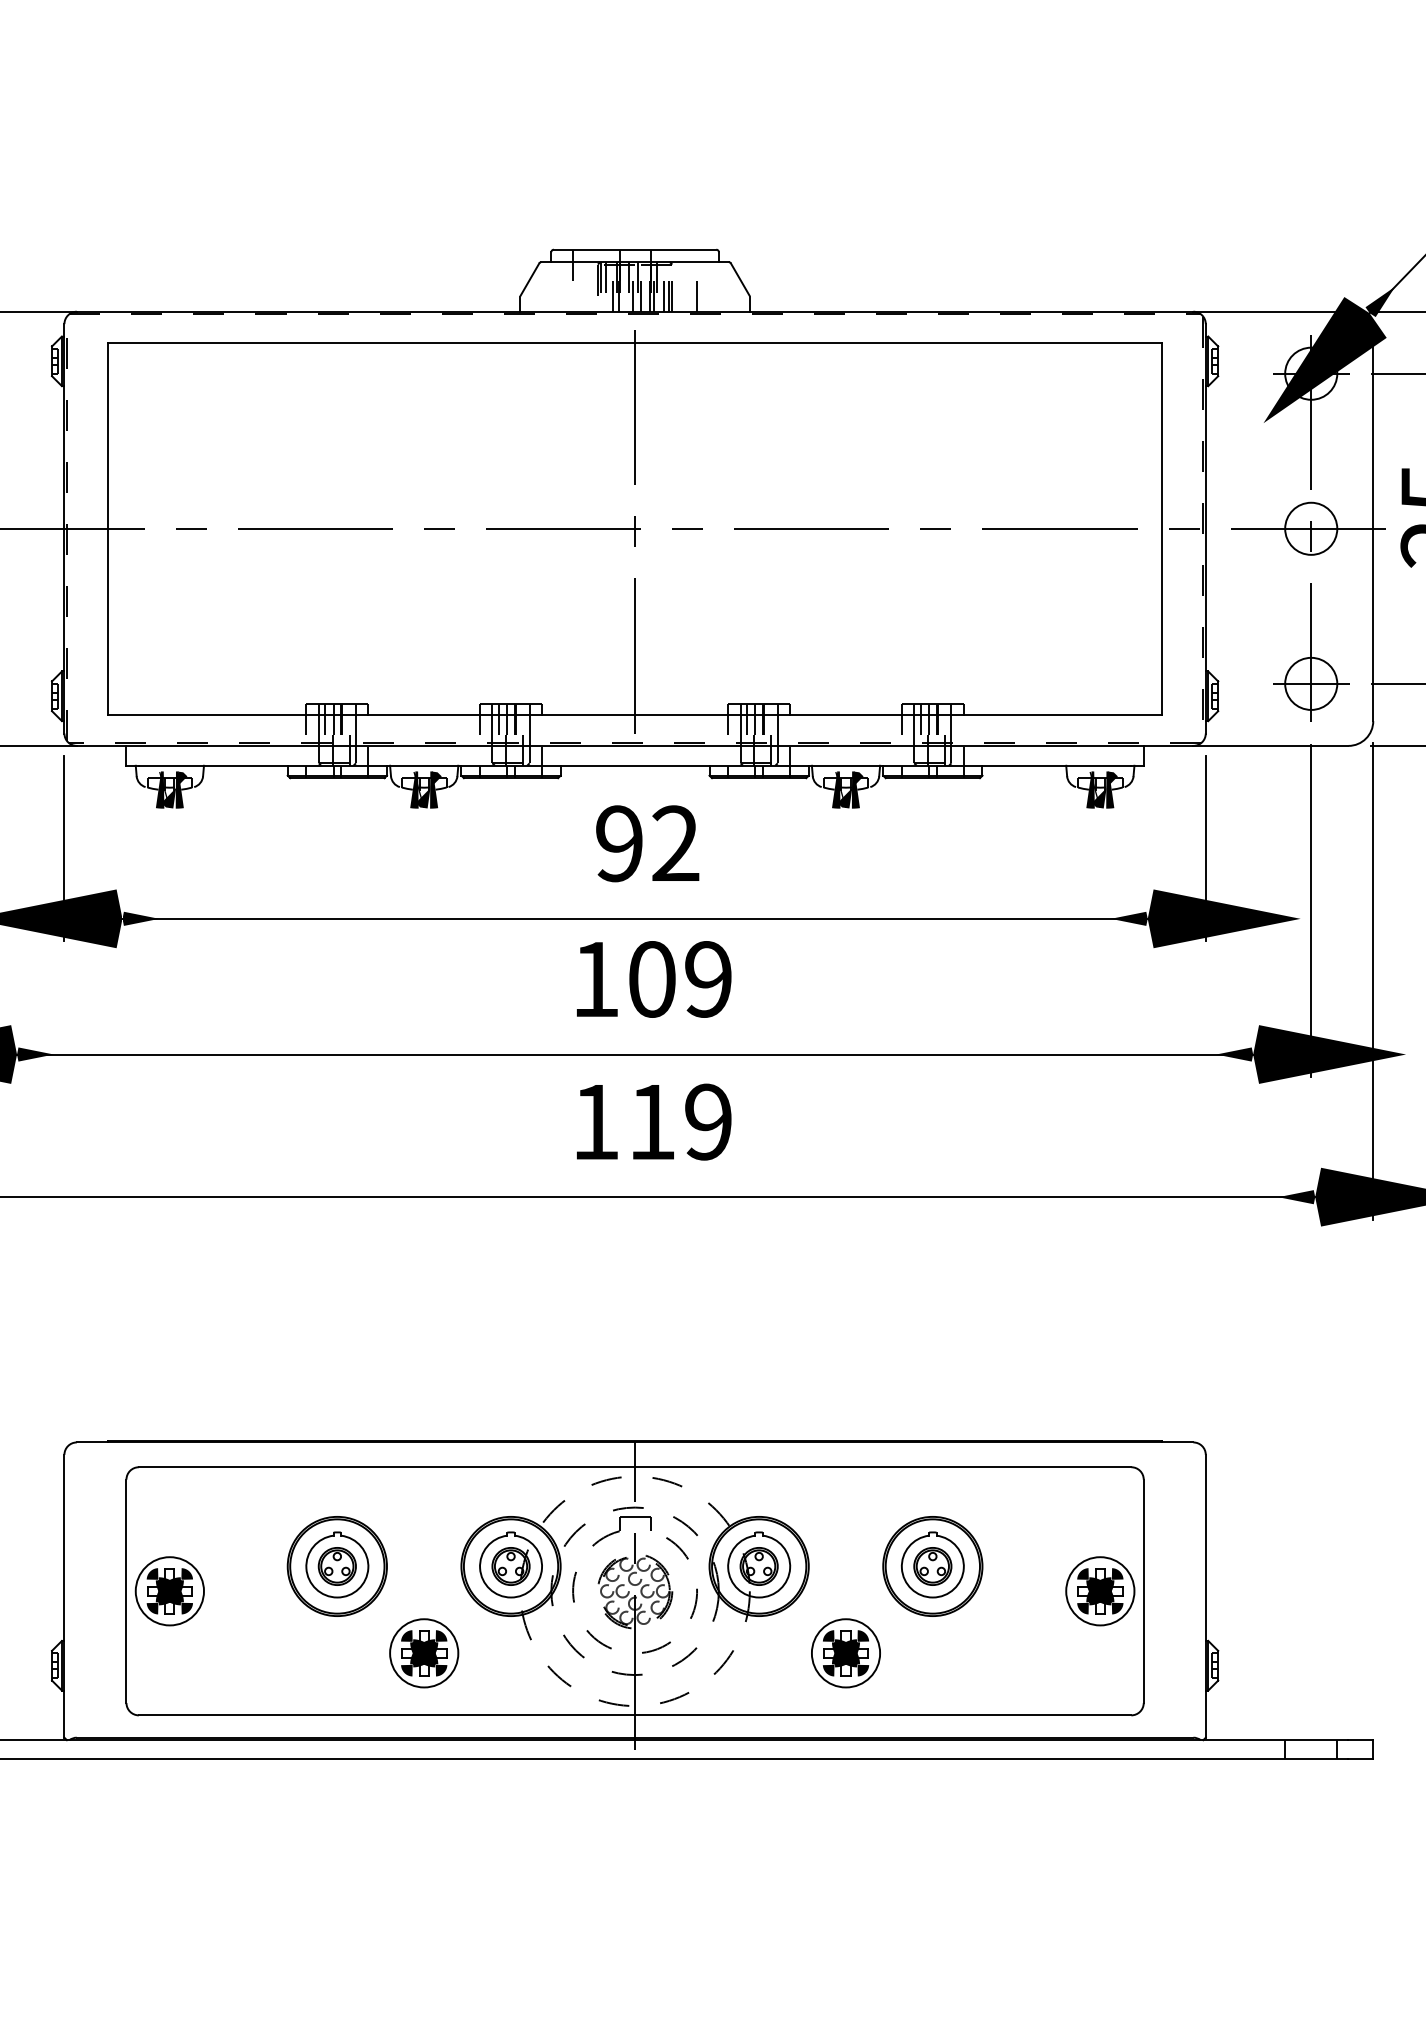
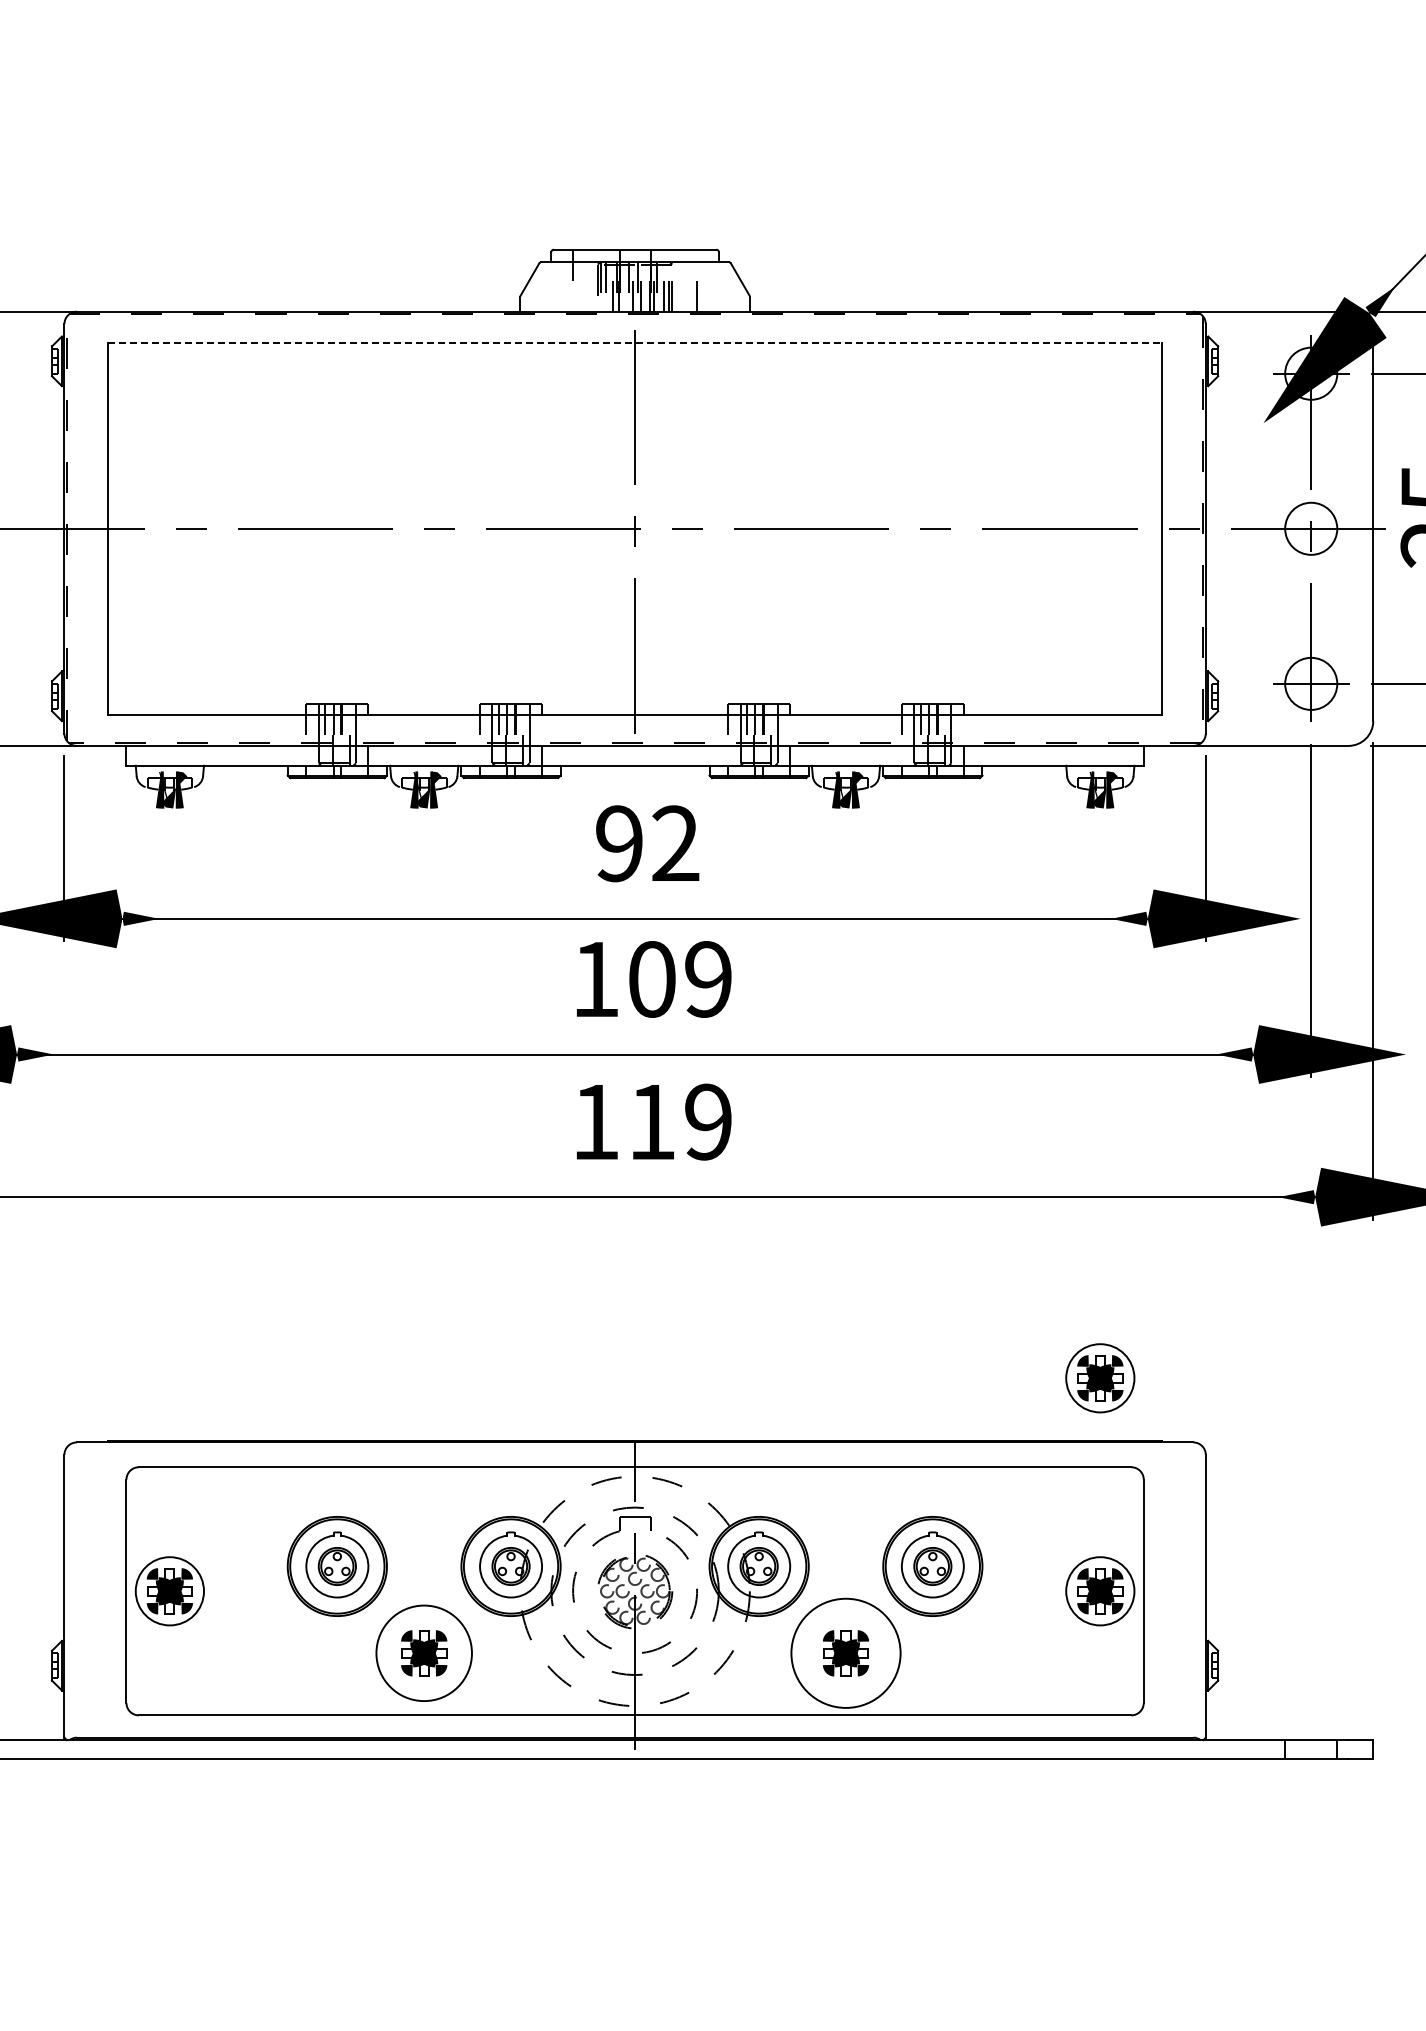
line at (635, 342): solid -> dashed
part at (1100, 1378): none -> present
circle at (424, 1653) diameter: 68 px -> 96 px
circle at (845, 1653) diameter: 68 px -> 109 px
